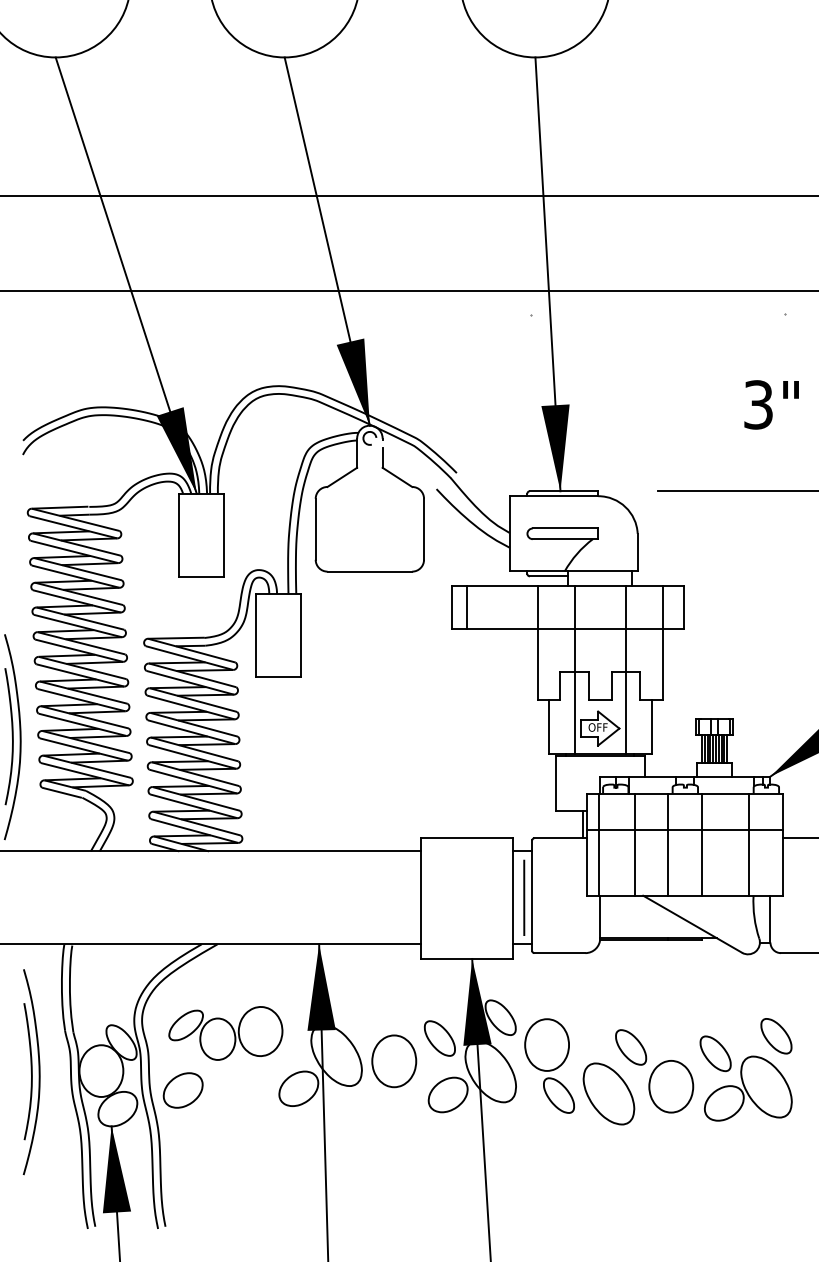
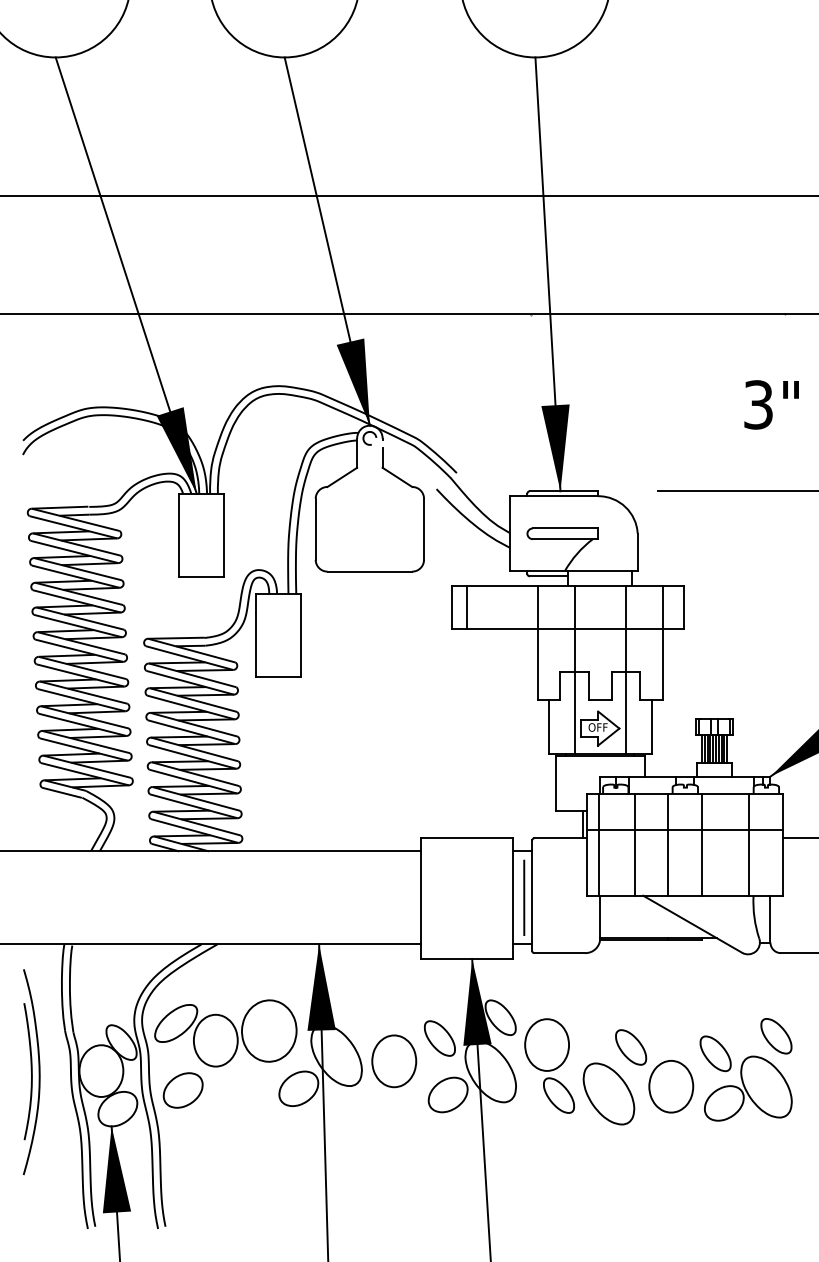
line at (408, 291) position: (408, 291) -> (408, 314)
part at (12, 737): present -> none
part at (225, 1033) size: 116x55 px -> 144x69 px
